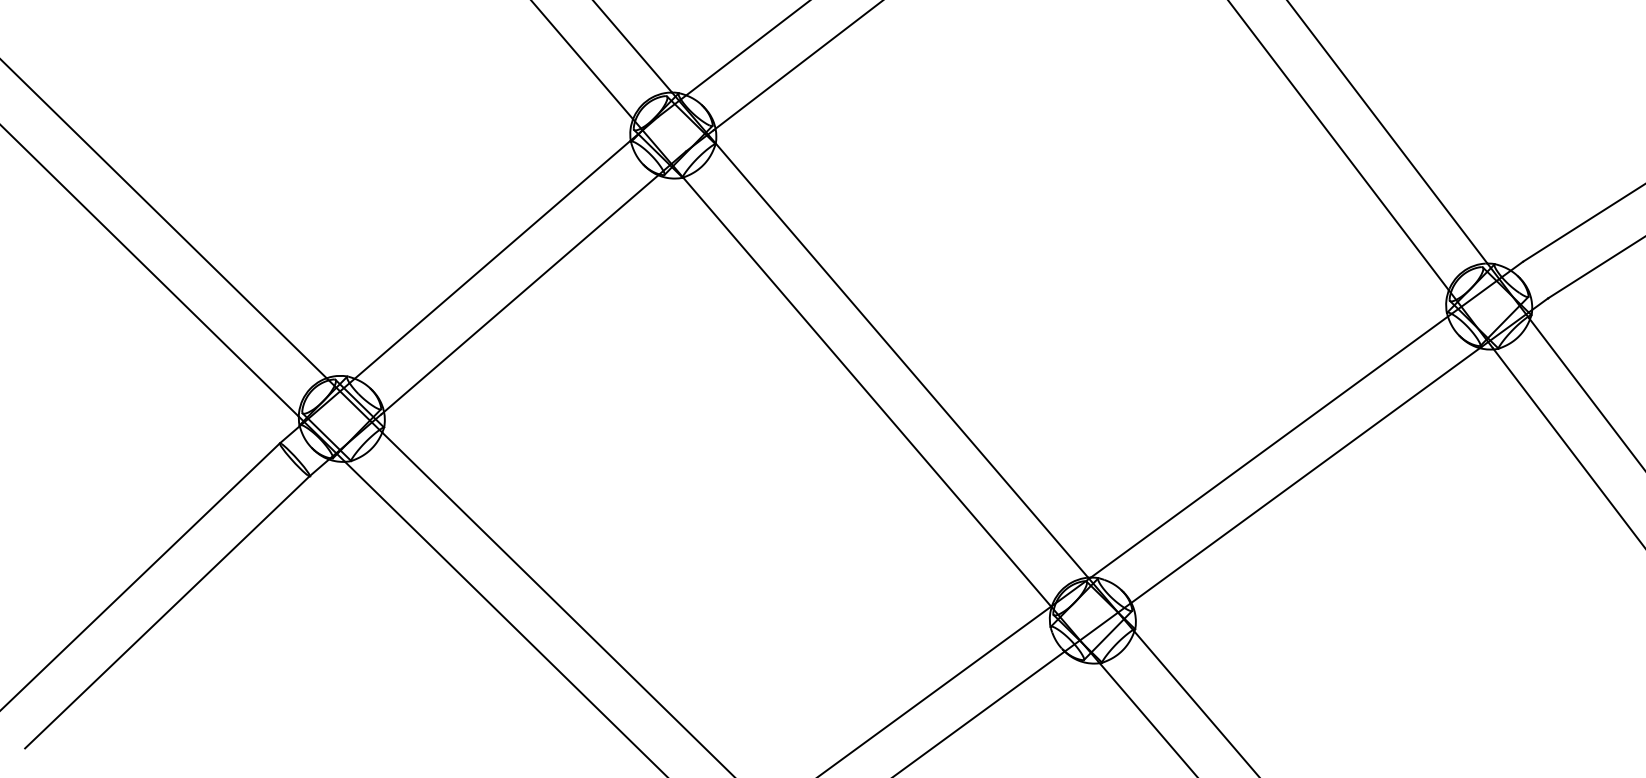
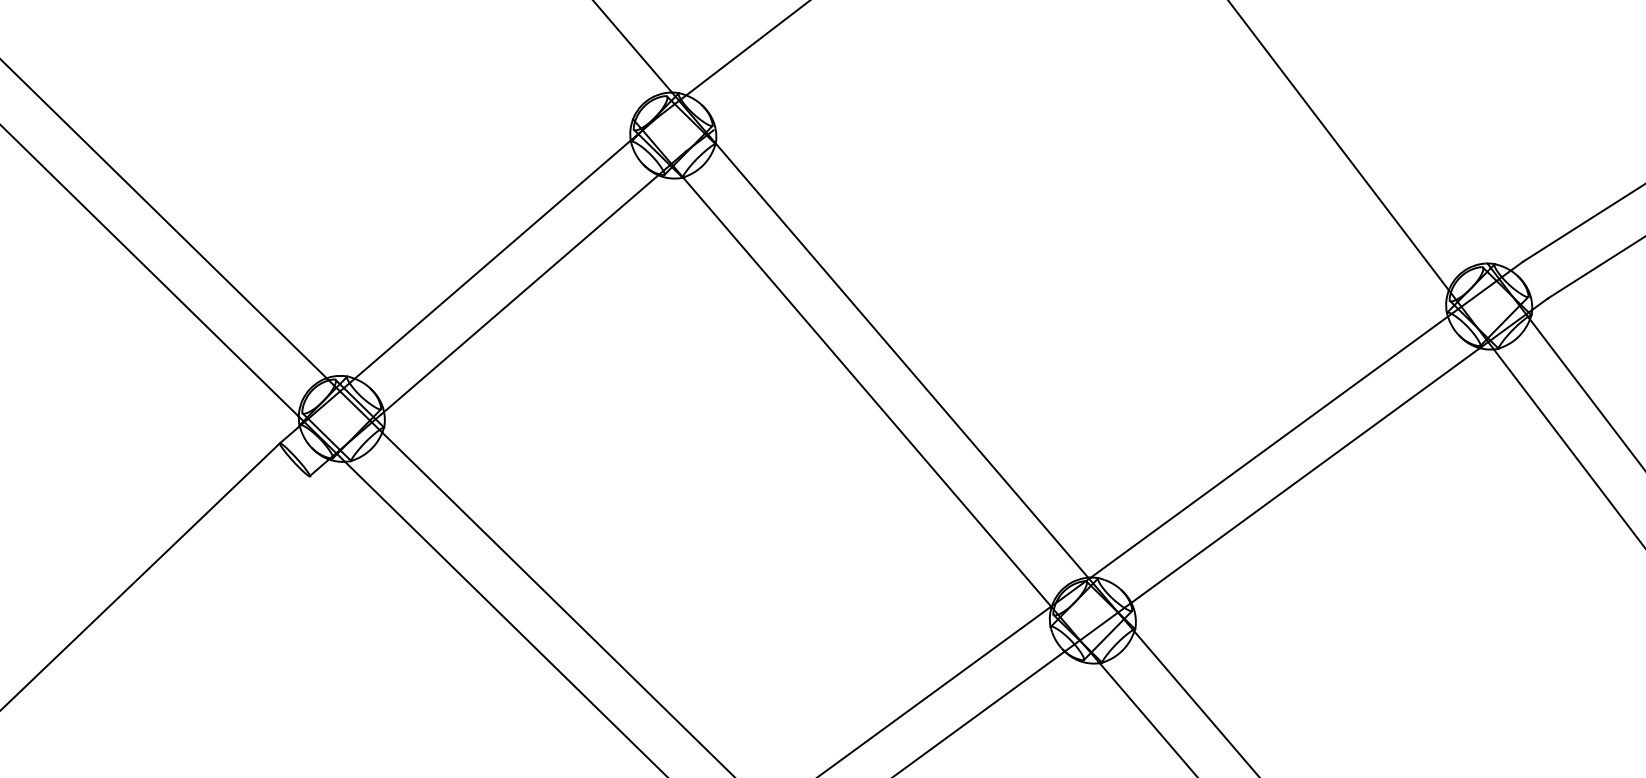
line at (582, 60): present -> none
line at (796, 66): present -> none
line at (1387, 132): present -> none
line at (167, 612): present -> none
